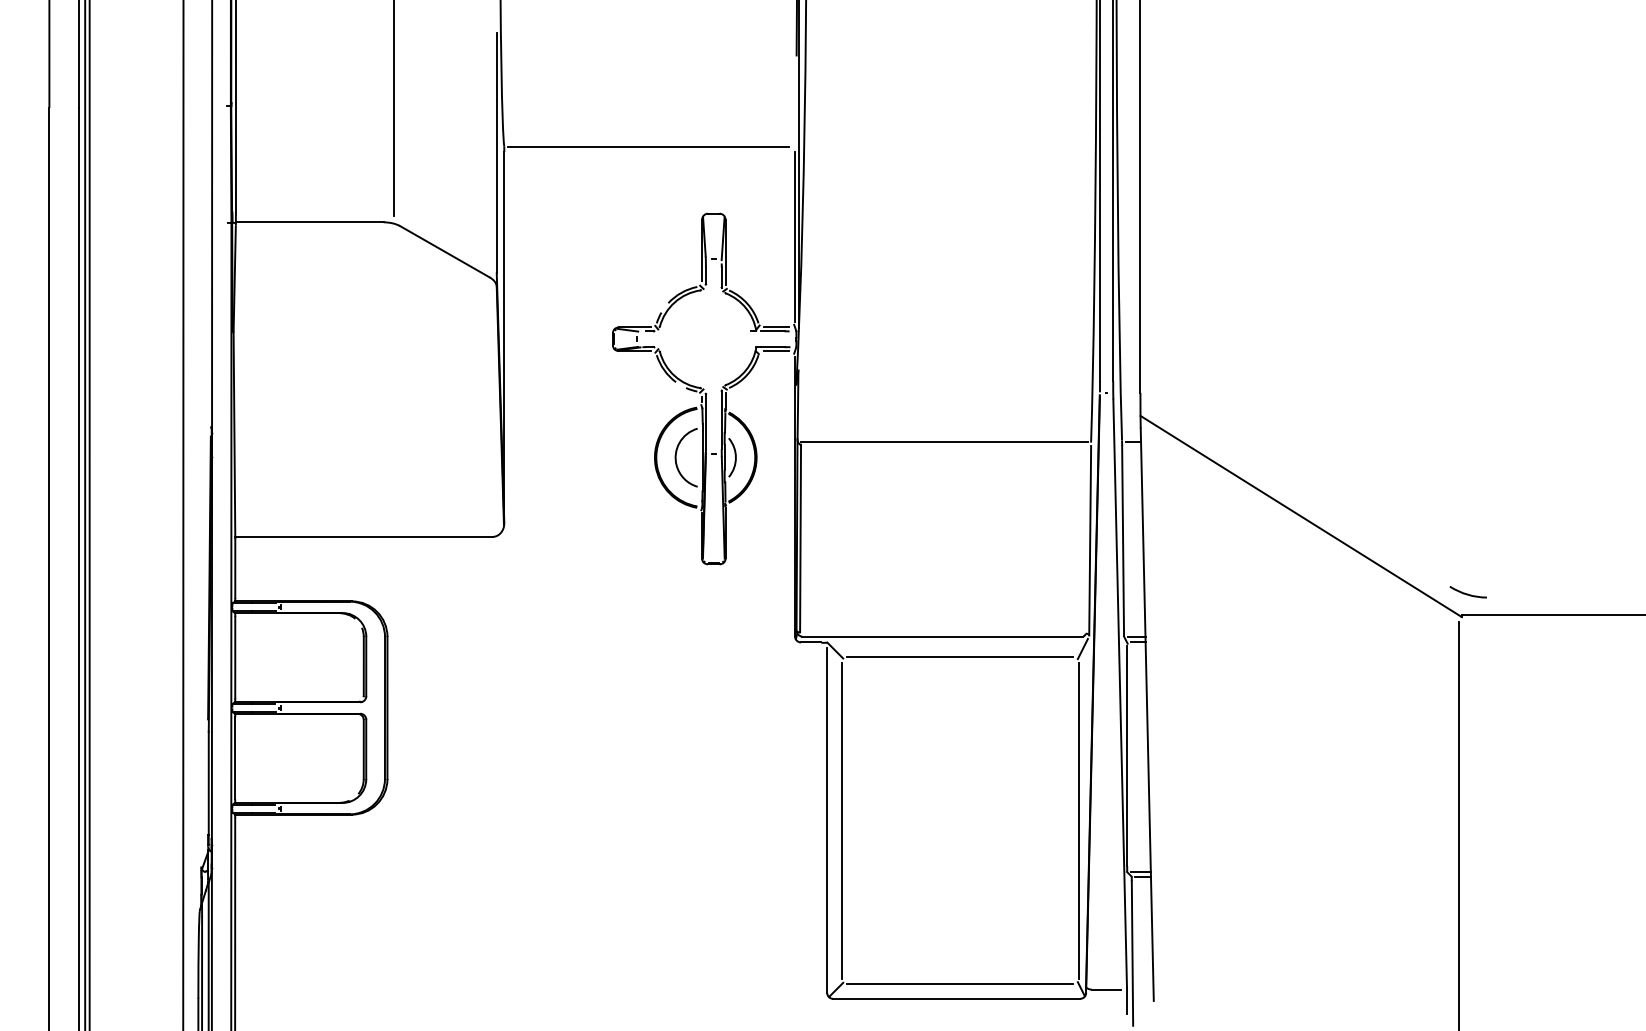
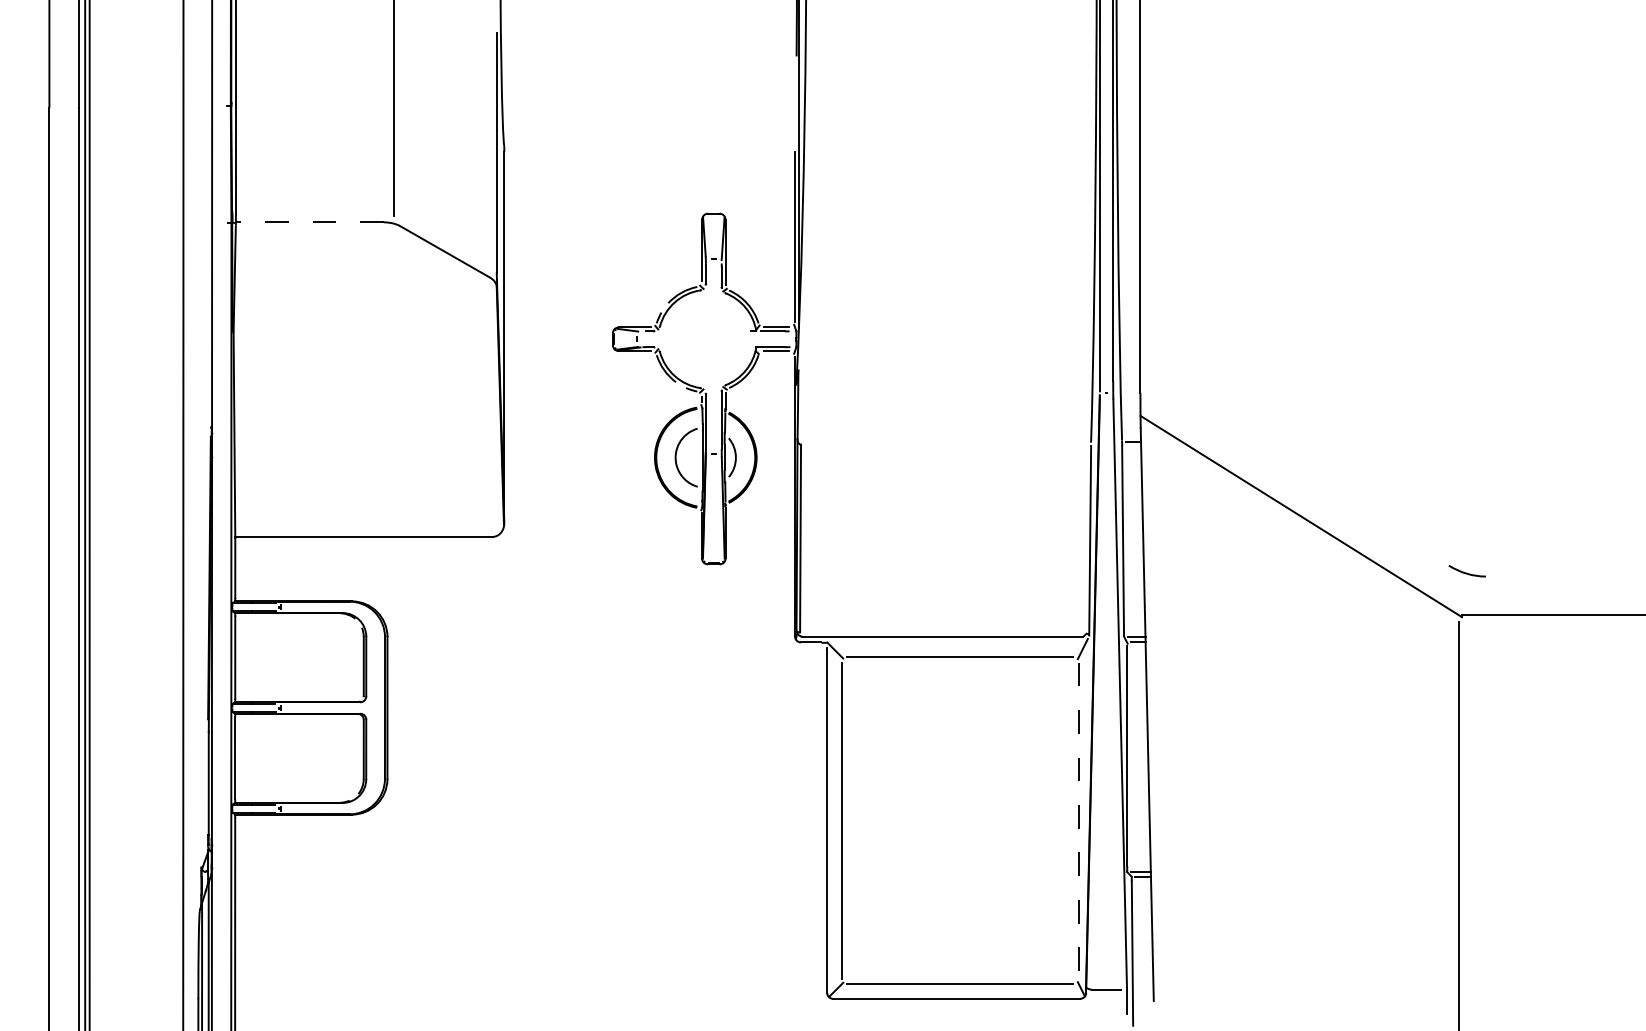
line at (648, 146): present -> none
line at (309, 222): solid -> dashed
line at (944, 441): present -> none
curve at (1467, 593) position: (1467, 593) -> (1466, 572)
line at (1078, 820): solid -> dashed
